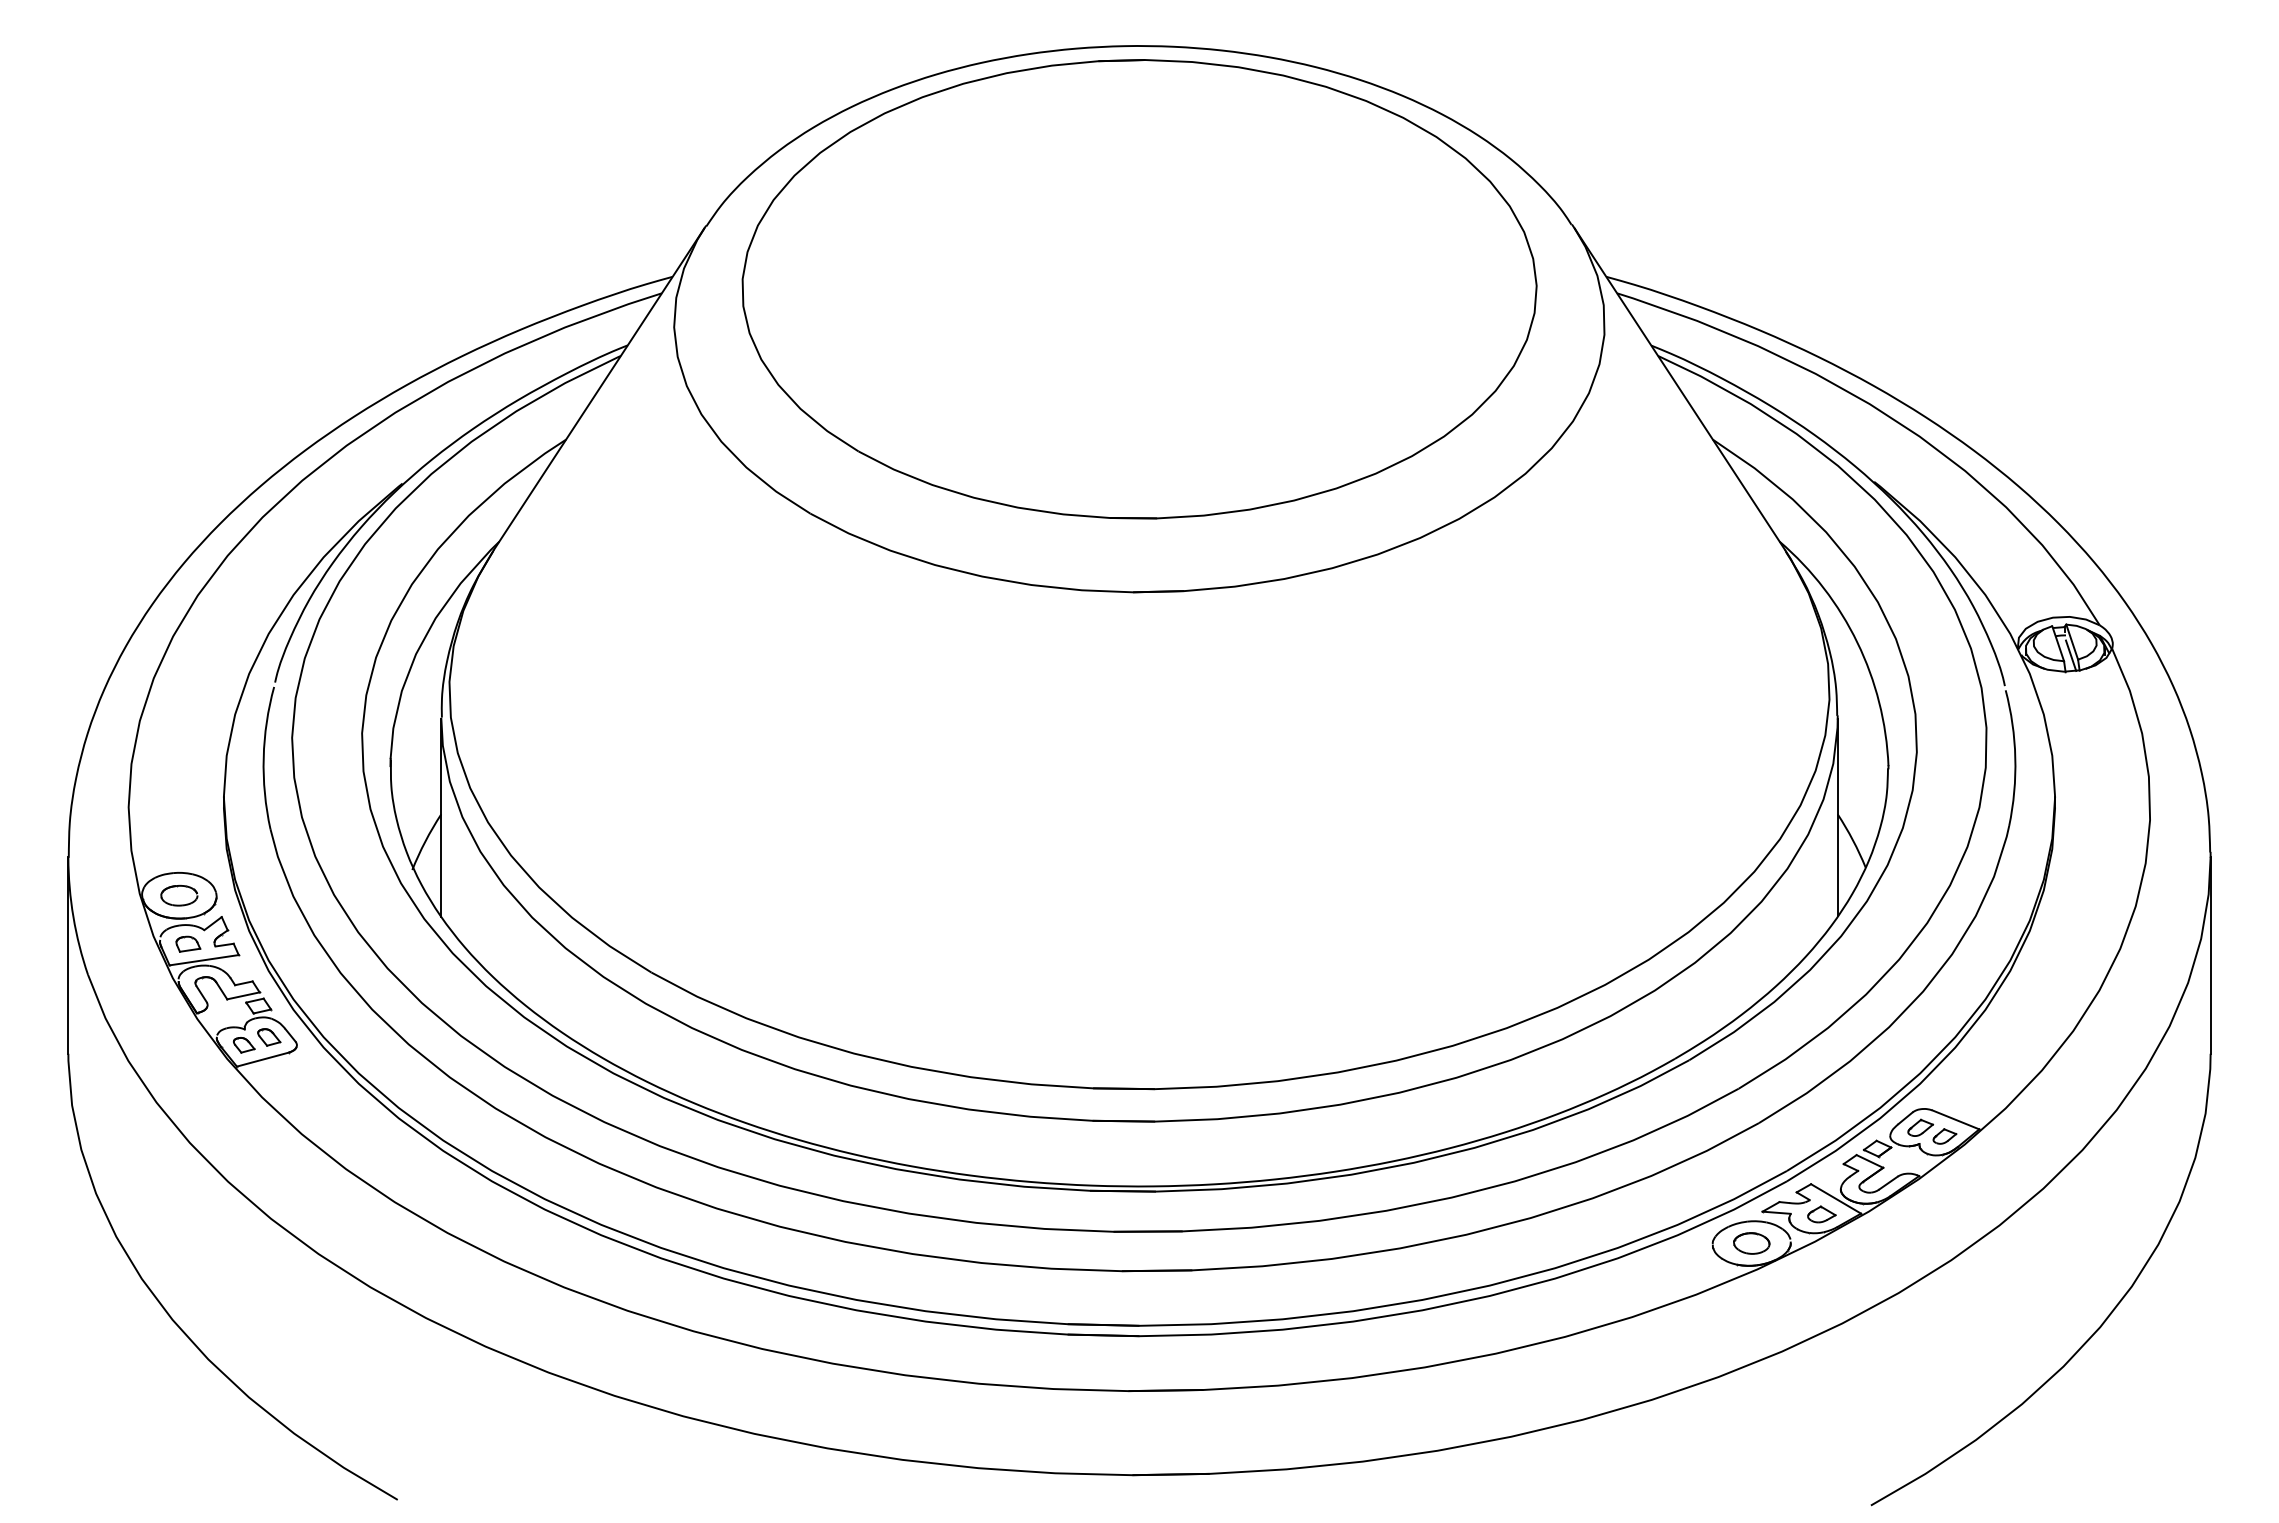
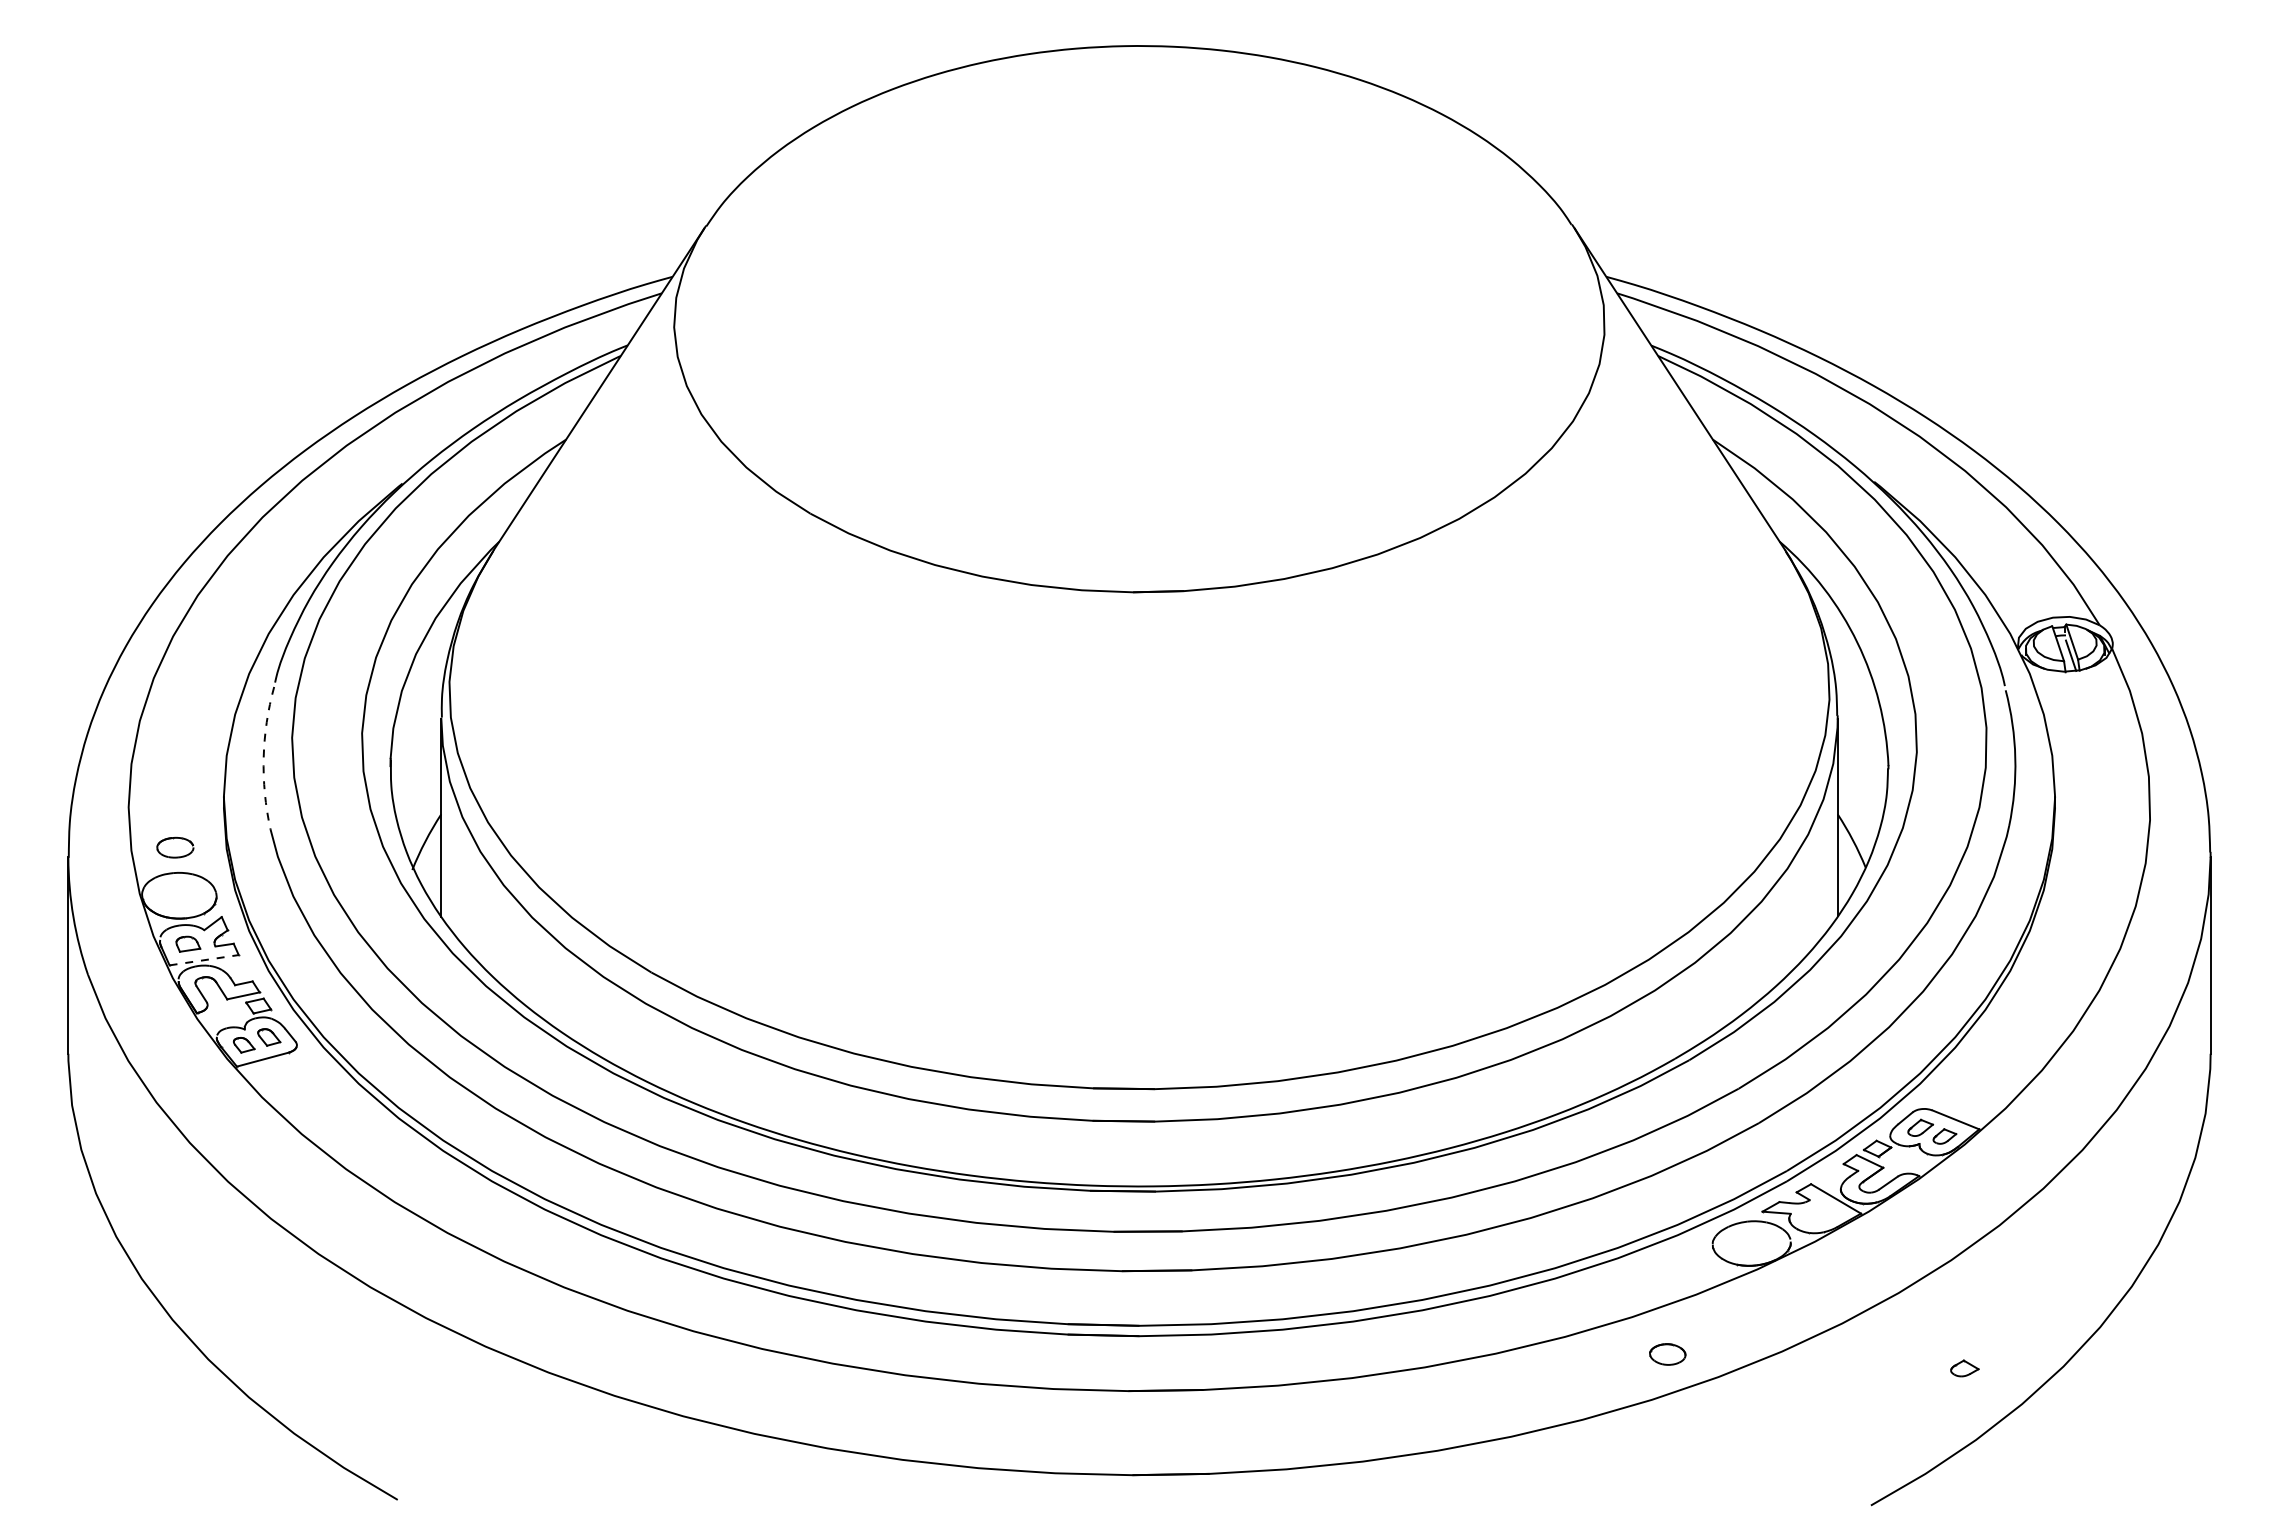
part at (1139, 289): present -> none
arc at (263, 757): solid -> dashed
part at (179, 895) position: (179, 895) -> (175, 847)
line at (204, 960): solid -> dashed
part at (1821, 1214) position: (1821, 1214) -> (1964, 1368)
part at (1751, 1243) position: (1751, 1243) -> (1667, 1354)
